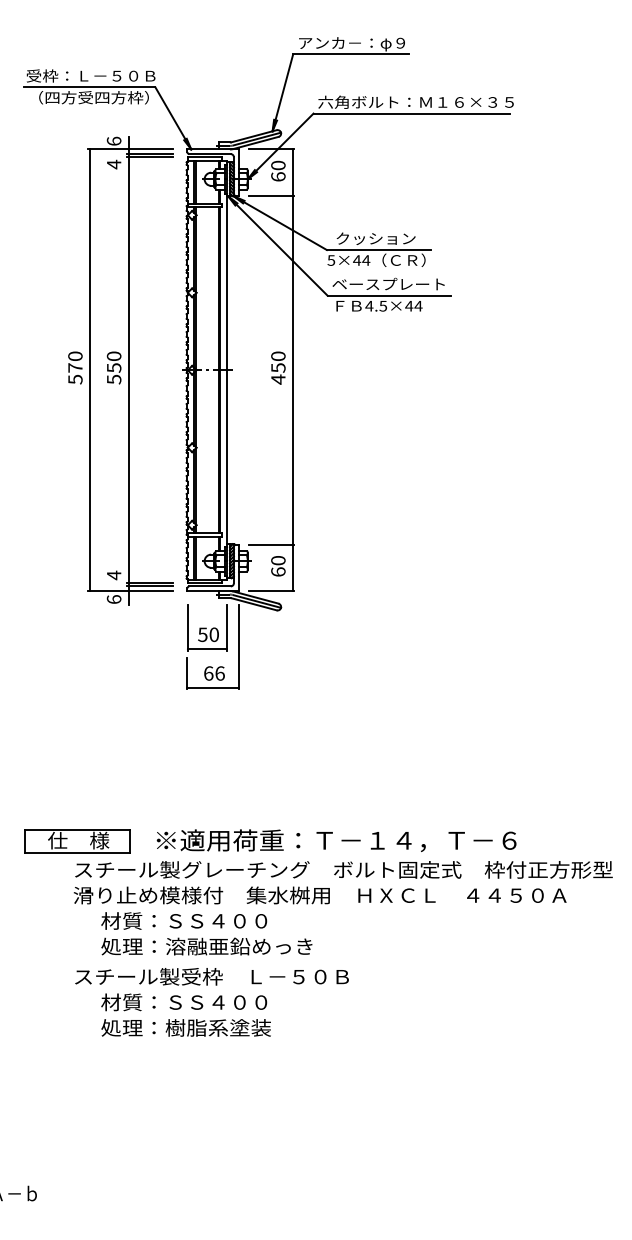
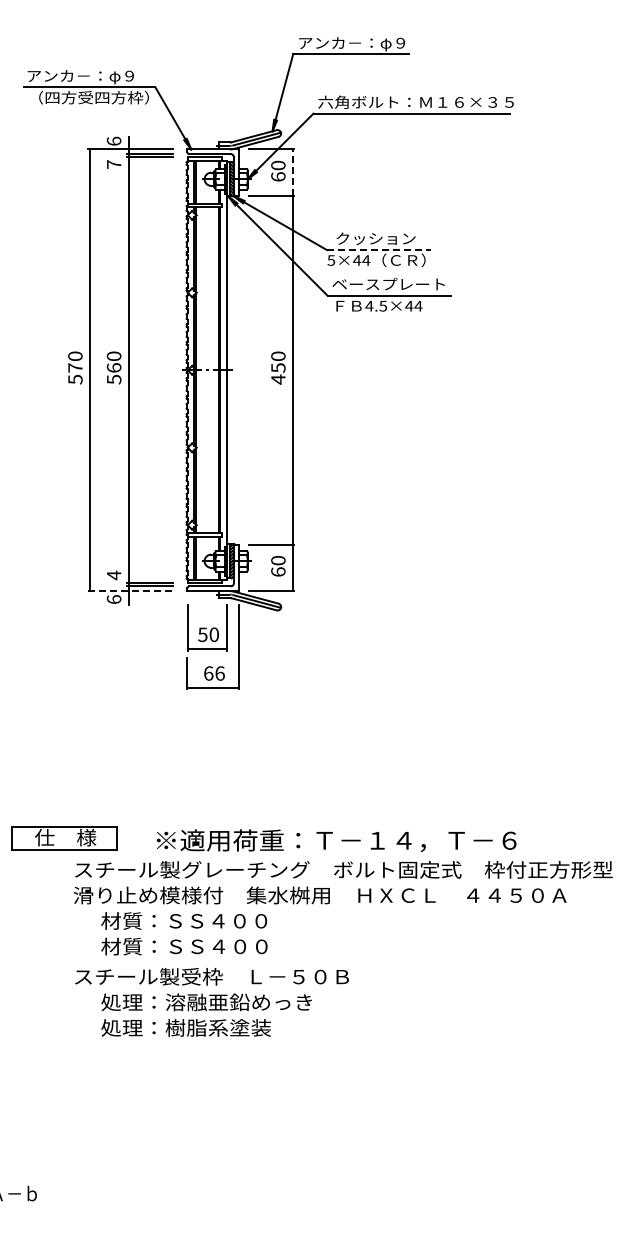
text at (90, 76): 受枠：Ｌ－５０Ｂ -> アンカ－：φ９
text at (114, 164): 4 -> 7
line at (292, 172): solid -> dashed
line at (379, 250): solid -> dashed
text at (113, 367): 550 -> 560
line at (131, 591): solid -> dashed
part at (77, 841) position: (77, 841) -> (64, 838)
text at (206, 946): 処理：溶融亜鉛めっき -> 材質：ＳＳ４００
text at (206, 1002): 材質：ＳＳ４００ -> 処理：溶融亜鉛めっき
